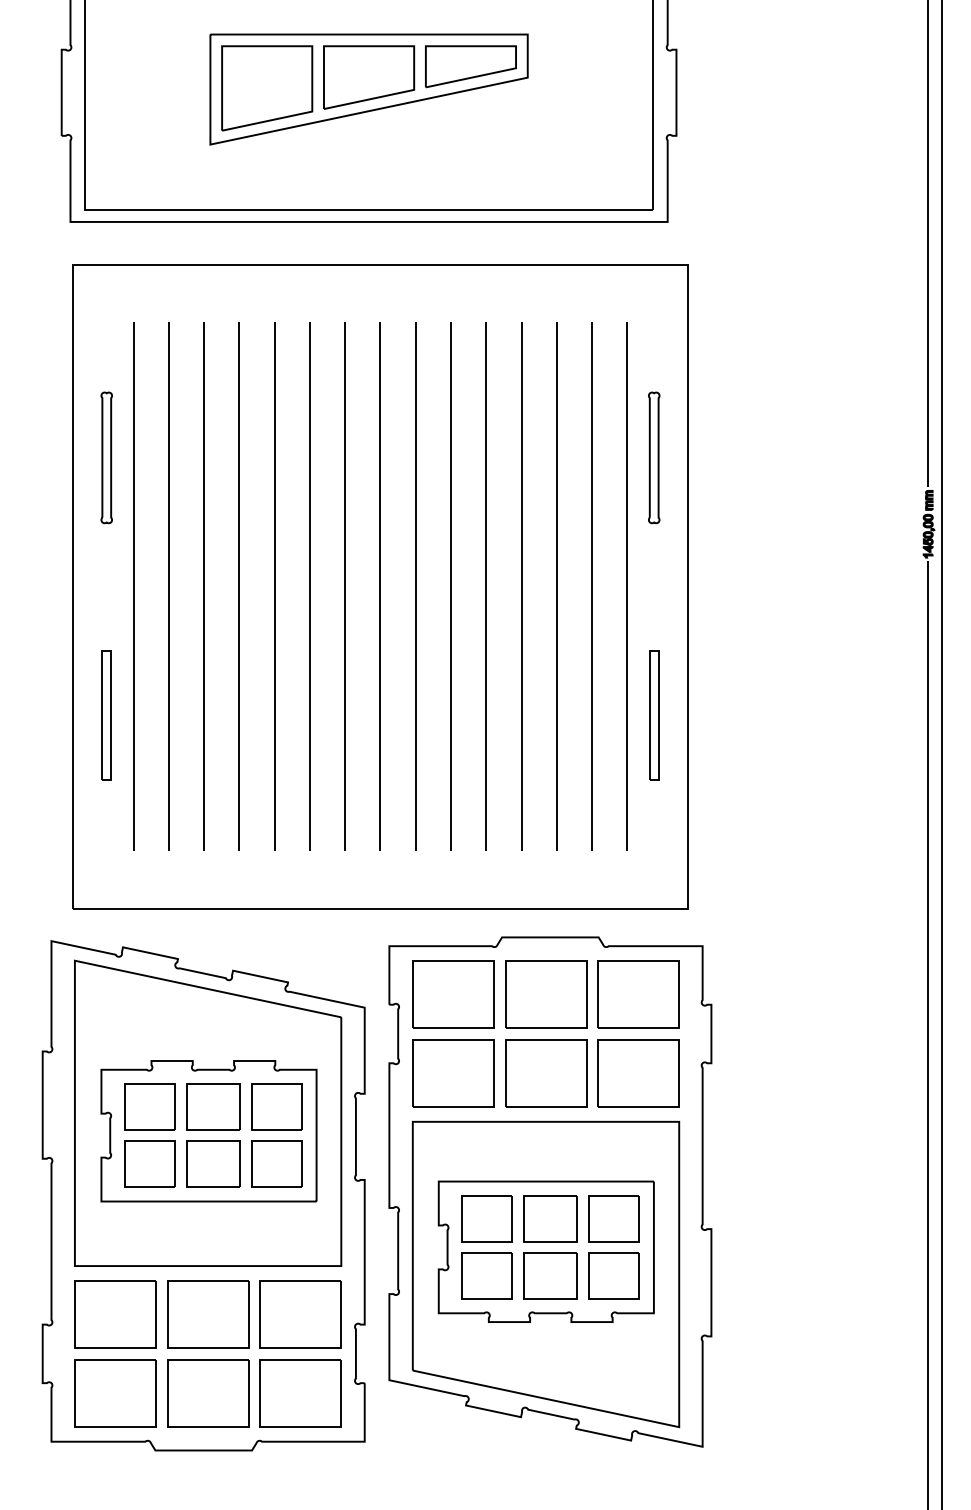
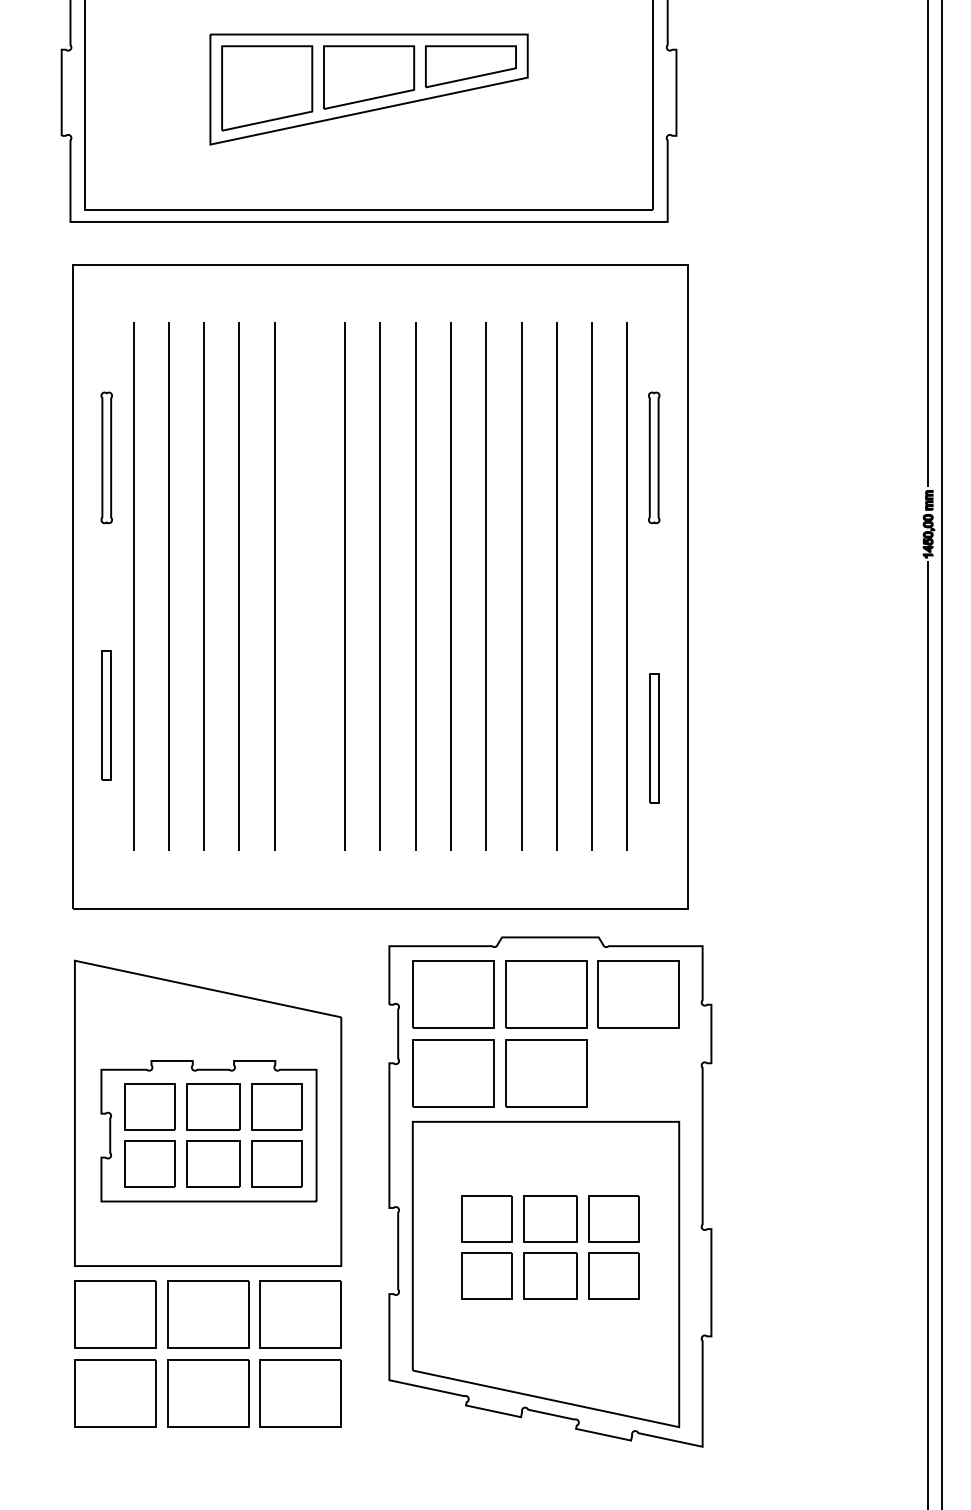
line at (309, 586): present -> none
part at (654, 715) position: (654, 715) -> (654, 738)
part at (638, 1073): present -> none
part at (203, 1195): present -> none
part at (545, 1251): present -> none
